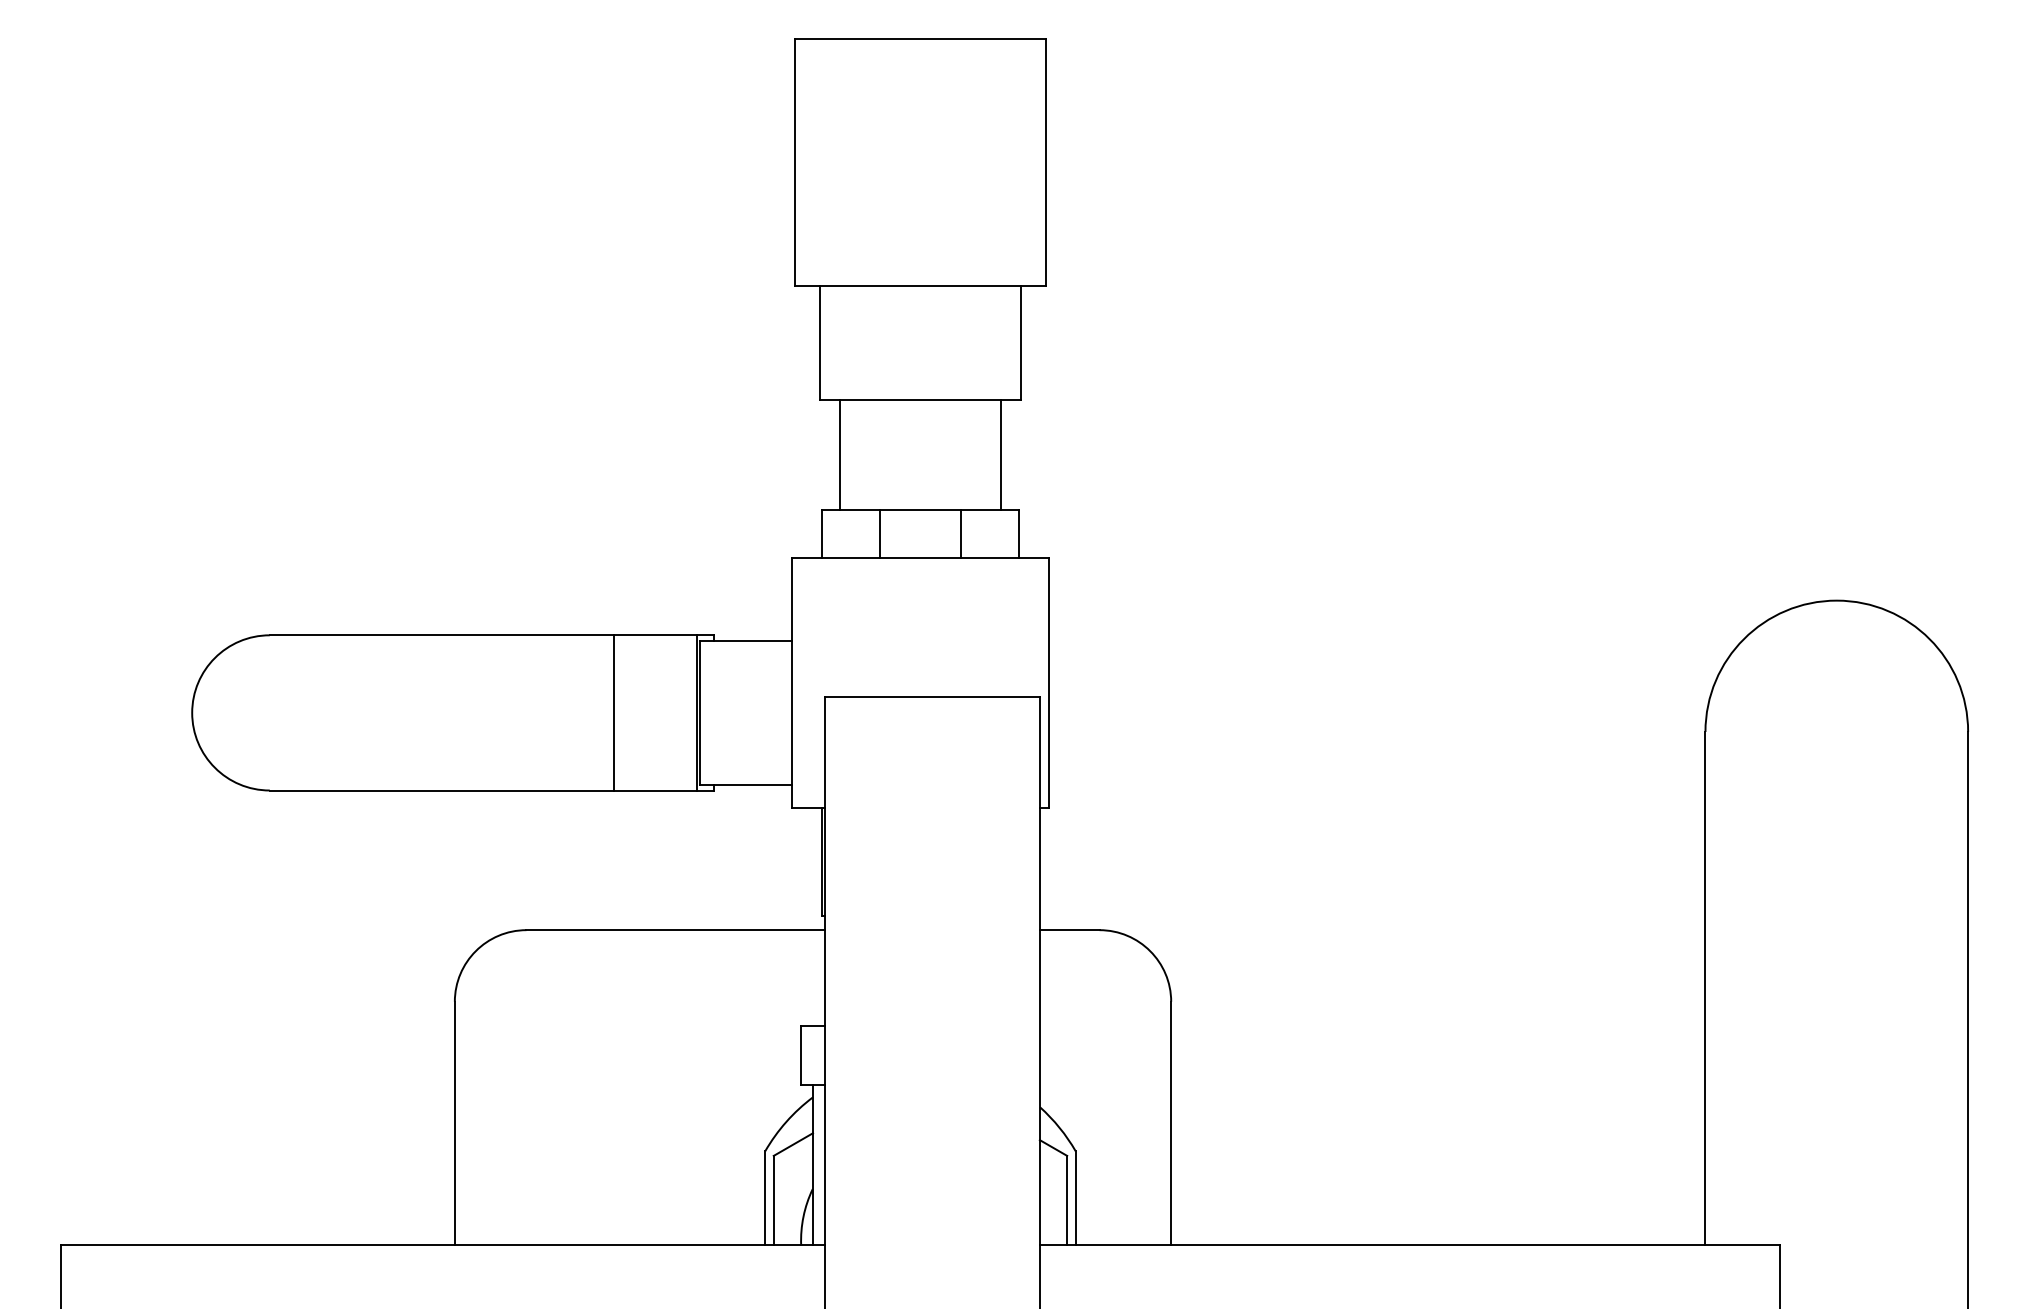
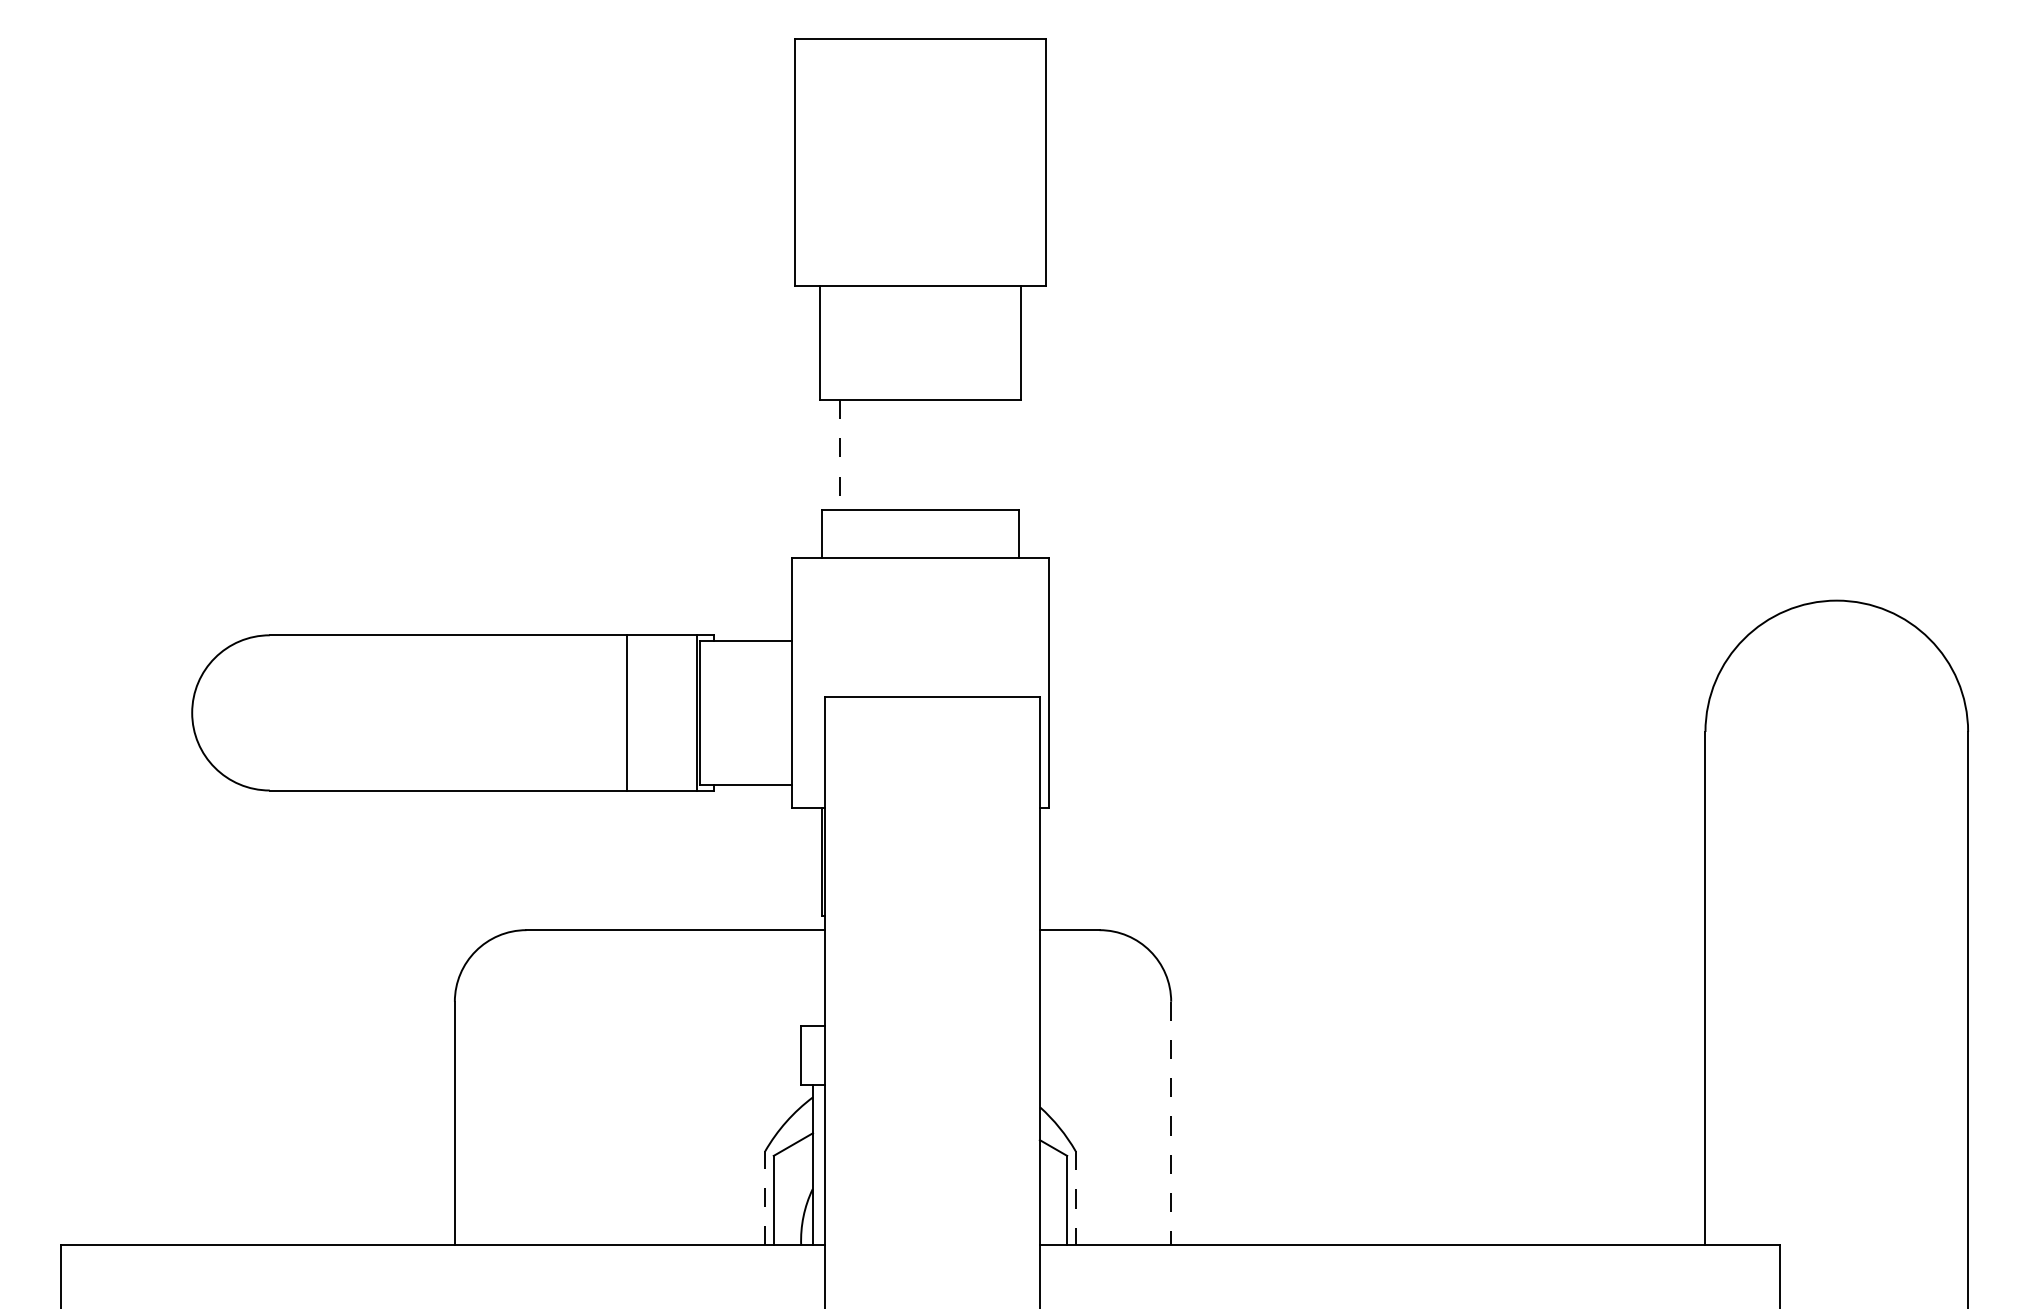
line at (1000, 454): present -> none
line at (840, 455): solid -> dashed
line at (879, 533): present -> none
line at (961, 533): present -> none
line at (614, 712) position: (614, 712) -> (627, 712)
line at (1171, 1123): solid -> dashed
line at (765, 1197): solid -> dashed
line at (1075, 1198): solid -> dashed
